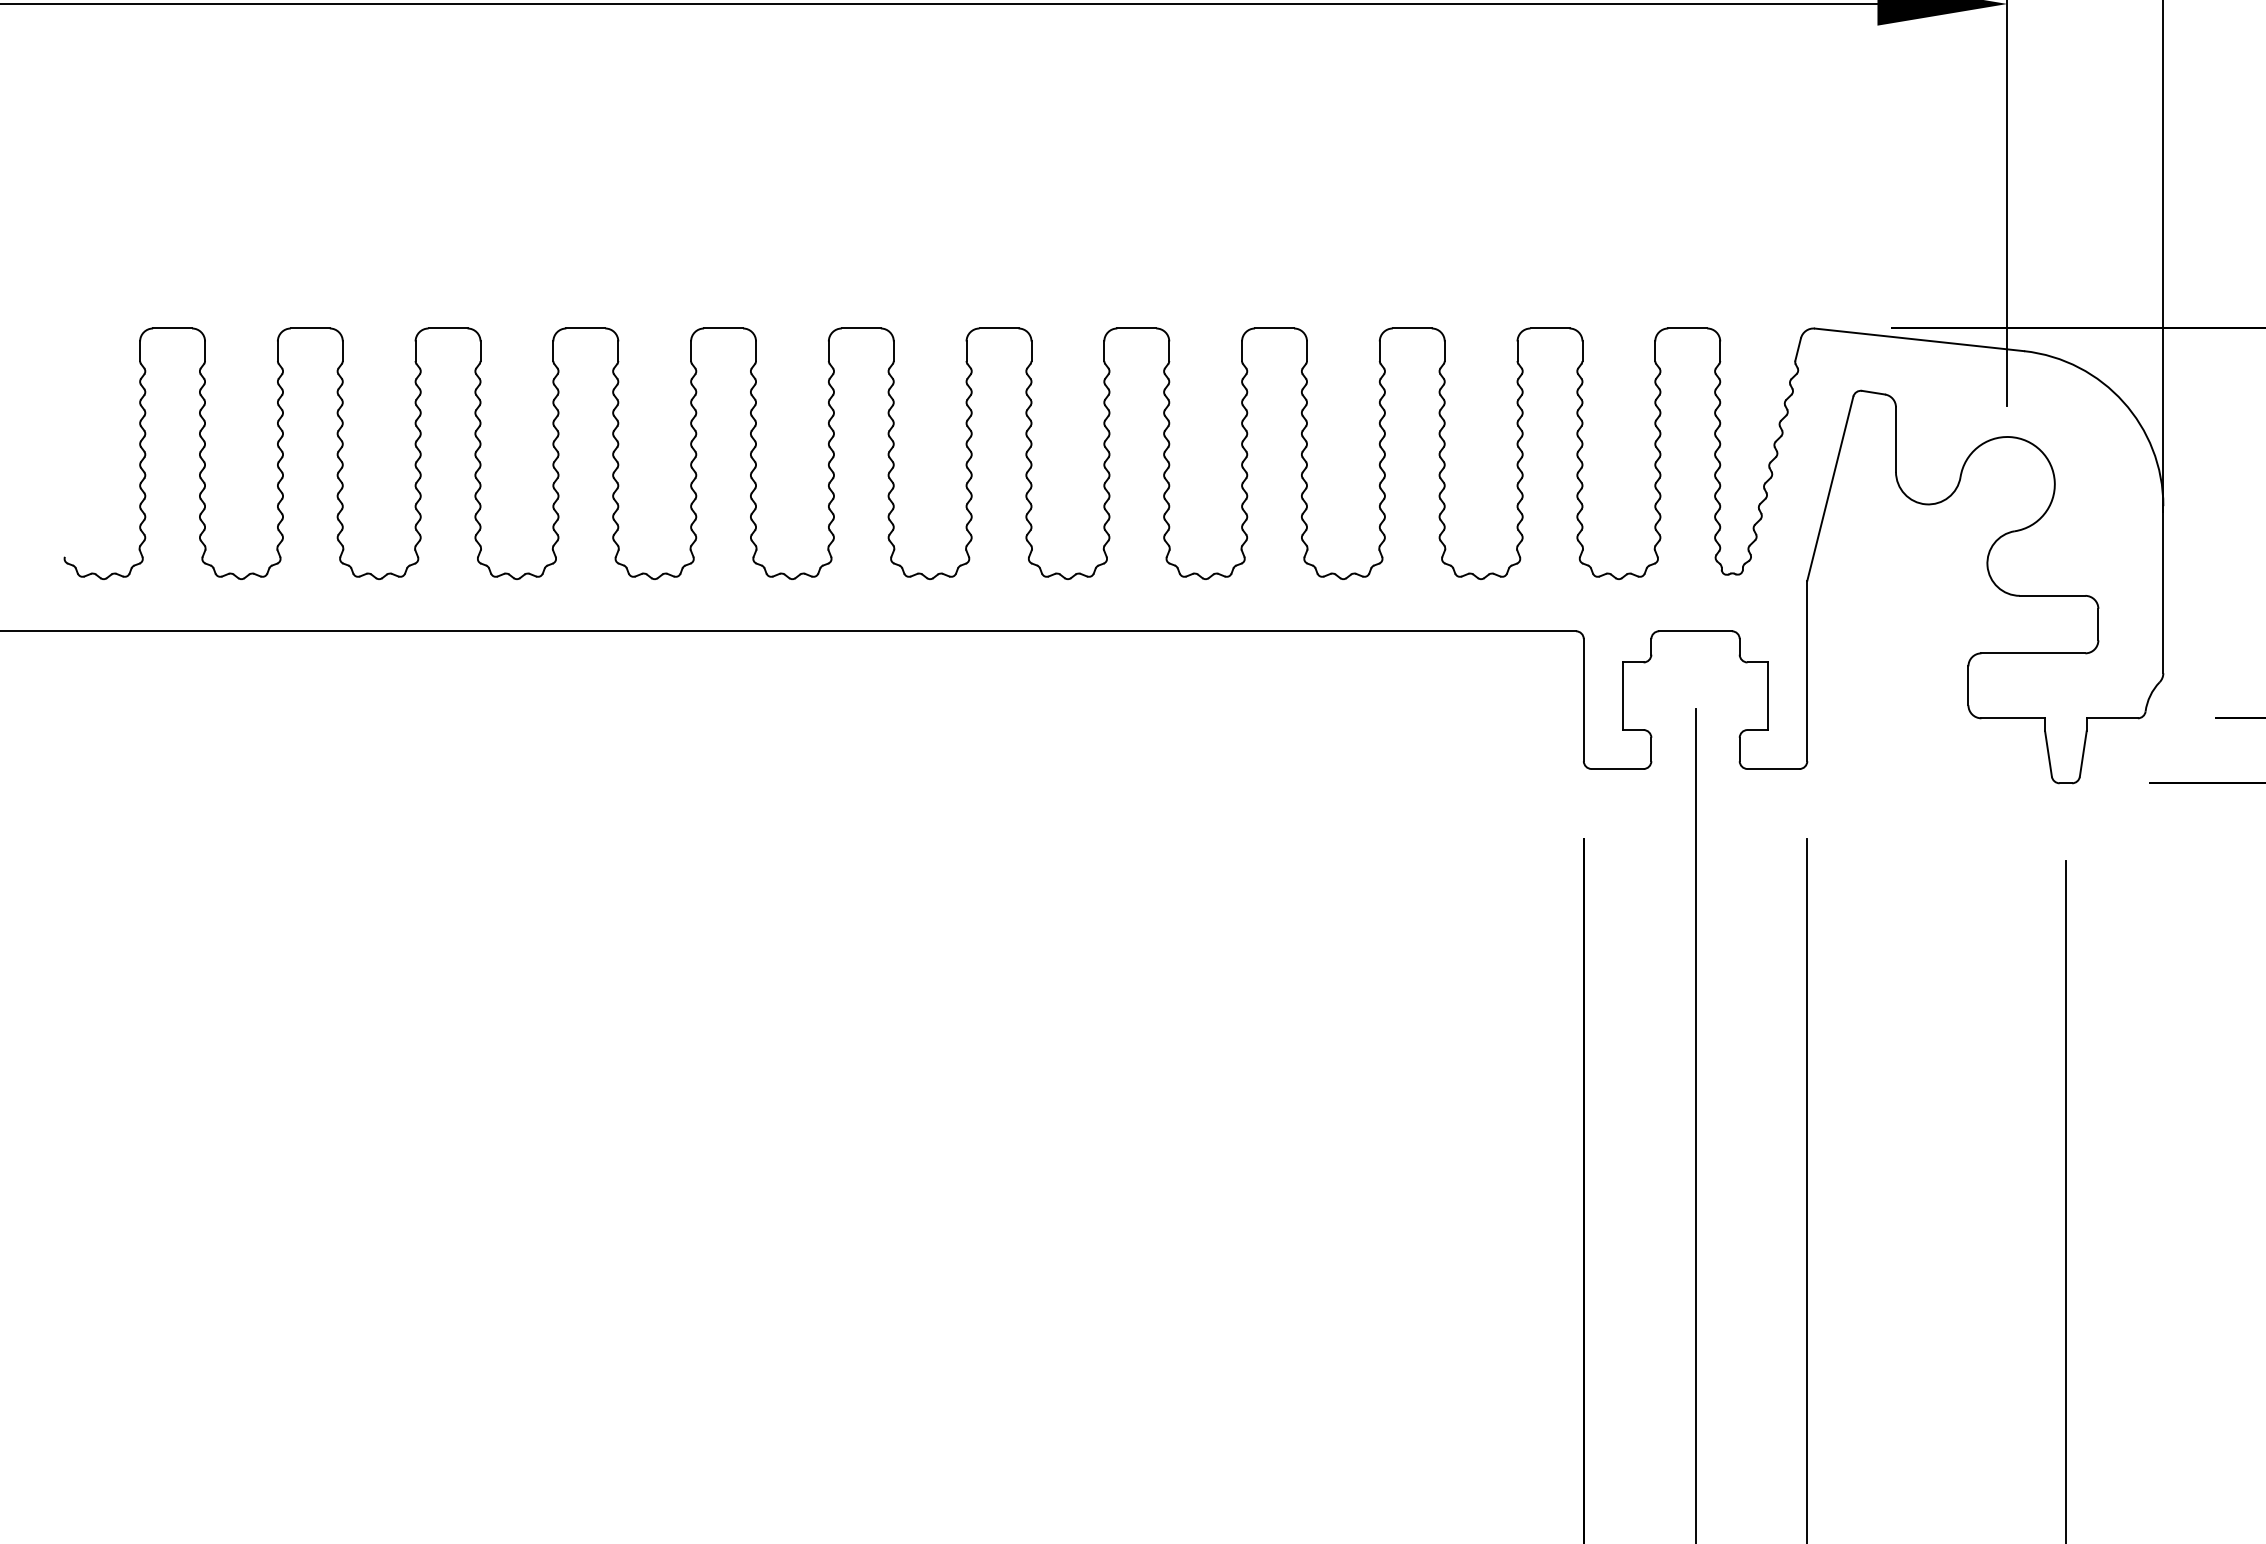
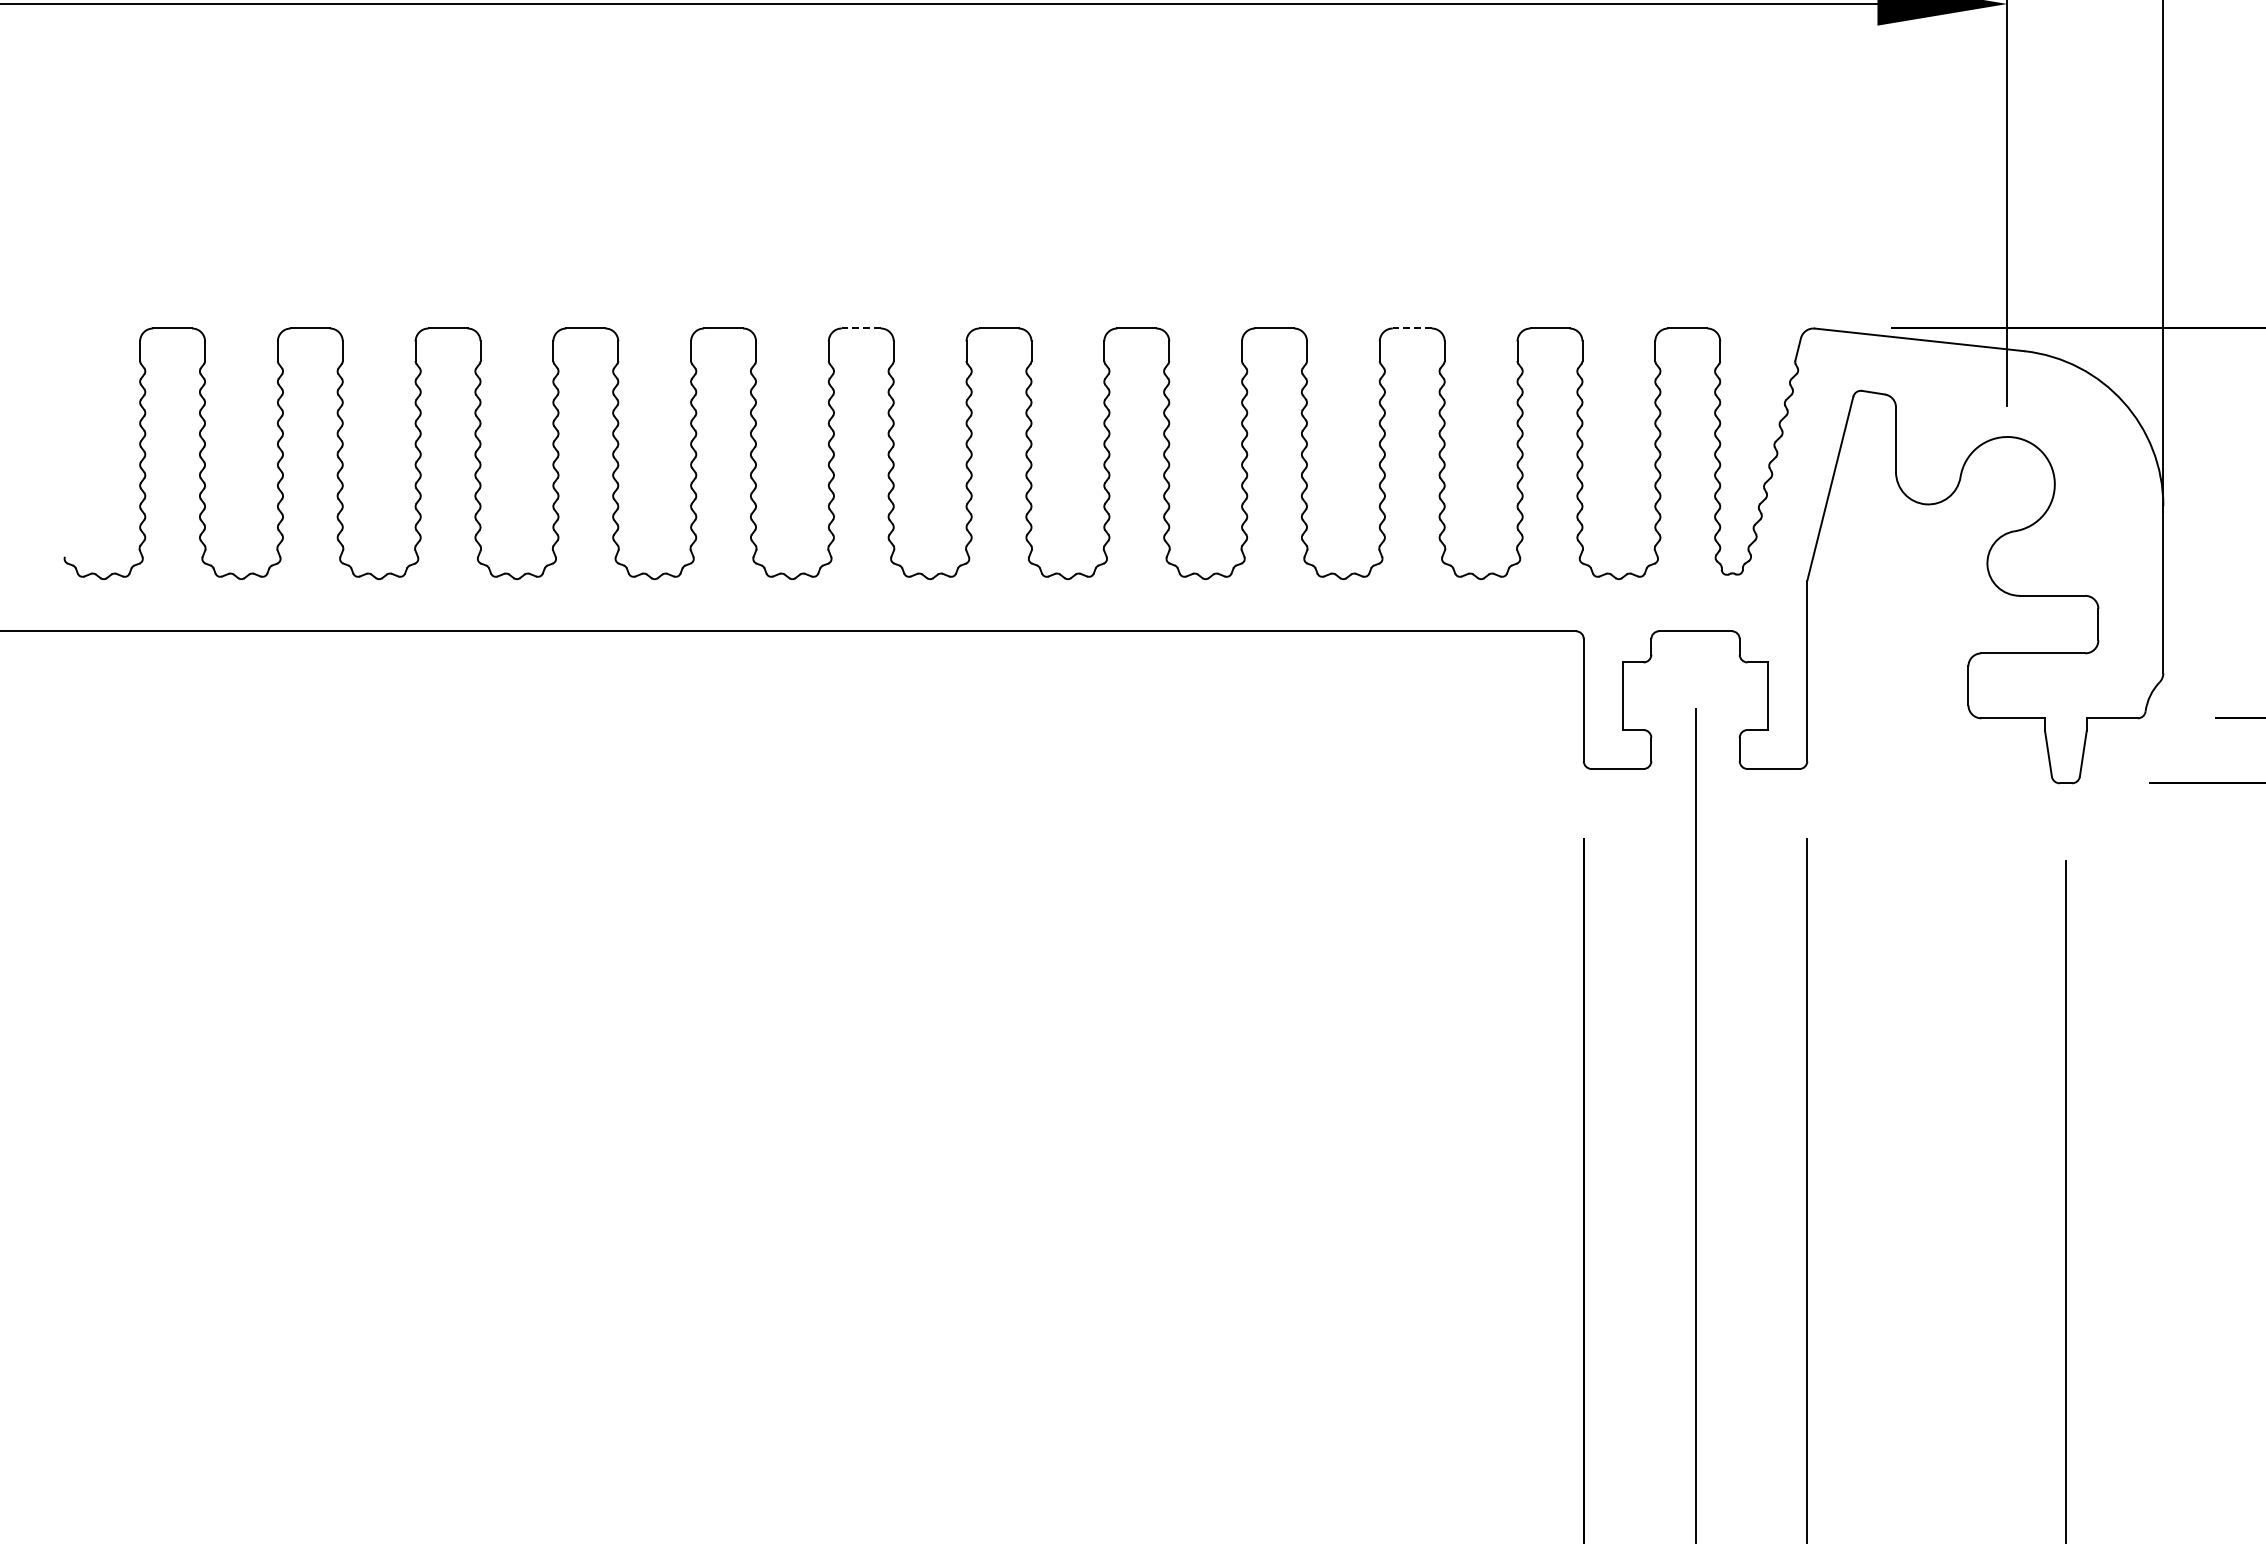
line at (860, 328): solid -> dashed
line at (1411, 328): solid -> dashed
